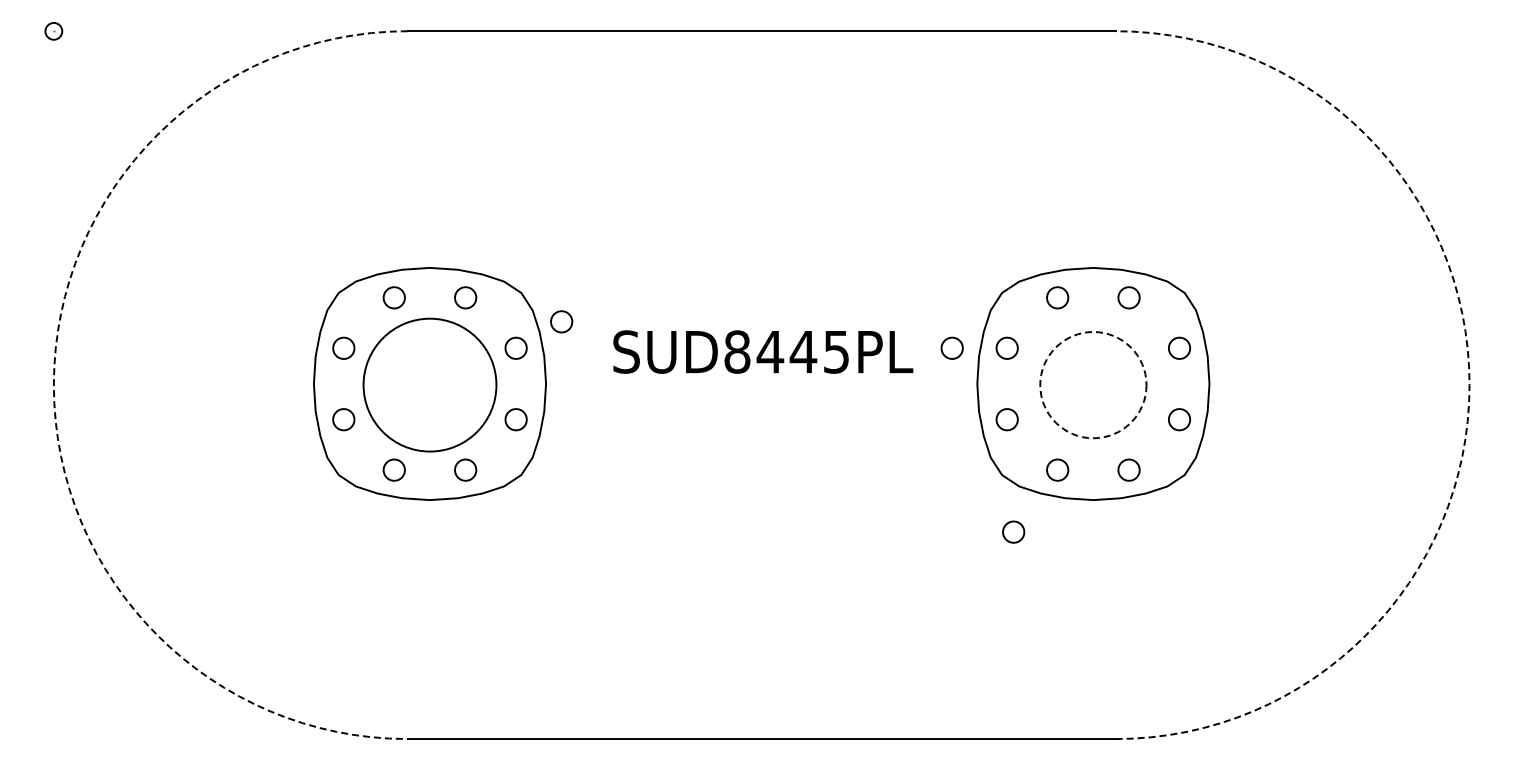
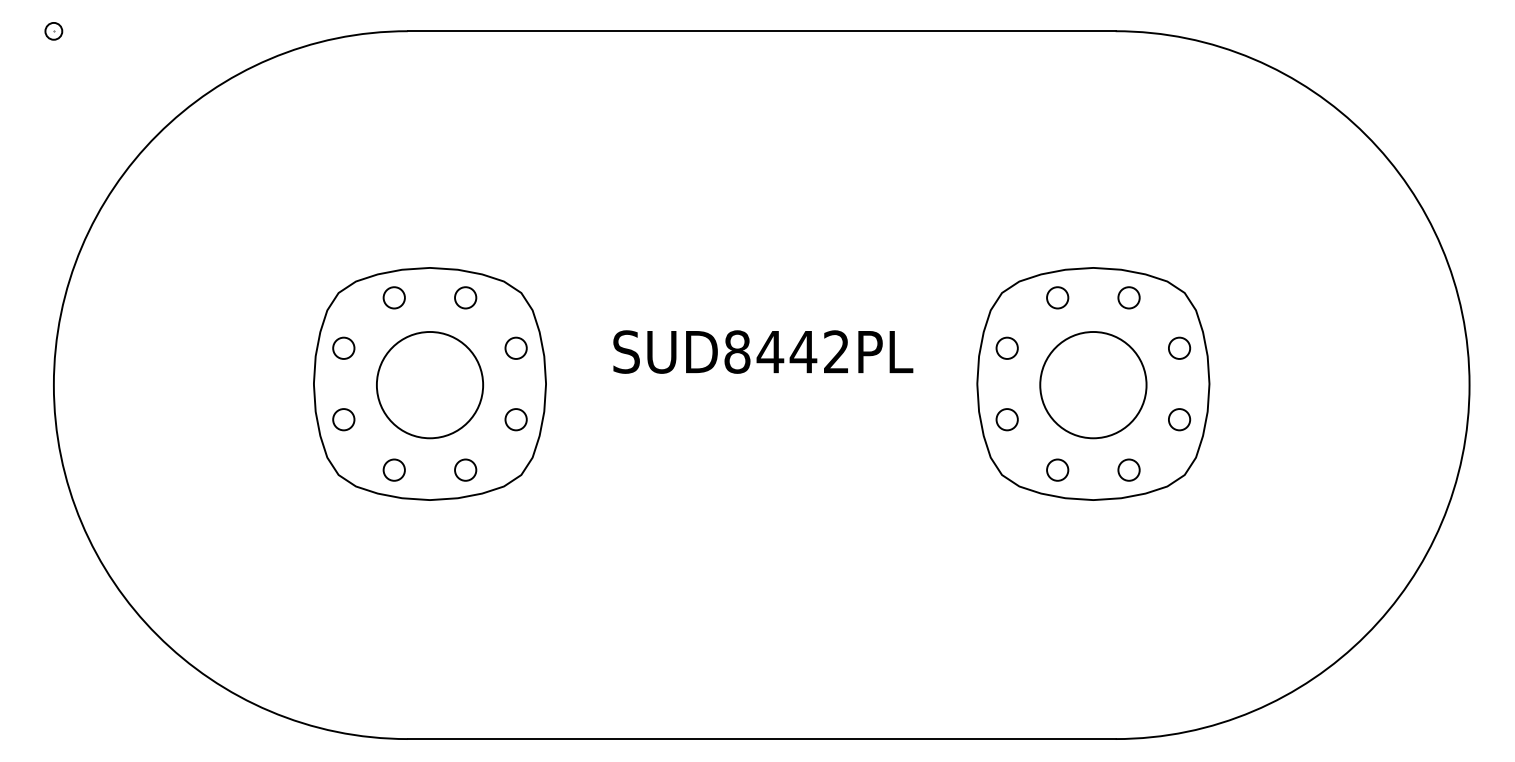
circle at (561, 321): present -> none
circle at (951, 347): present -> none
text at (836, 351): SUD8445PL -> SUD8442PL
circle at (429, 384) diameter: 133 px -> 106 px
circle at (1093, 384): dashed -> solid
arc at (53, 385): dashed -> solid
arc at (1469, 385): dashed -> solid
circle at (1013, 531): present -> none
